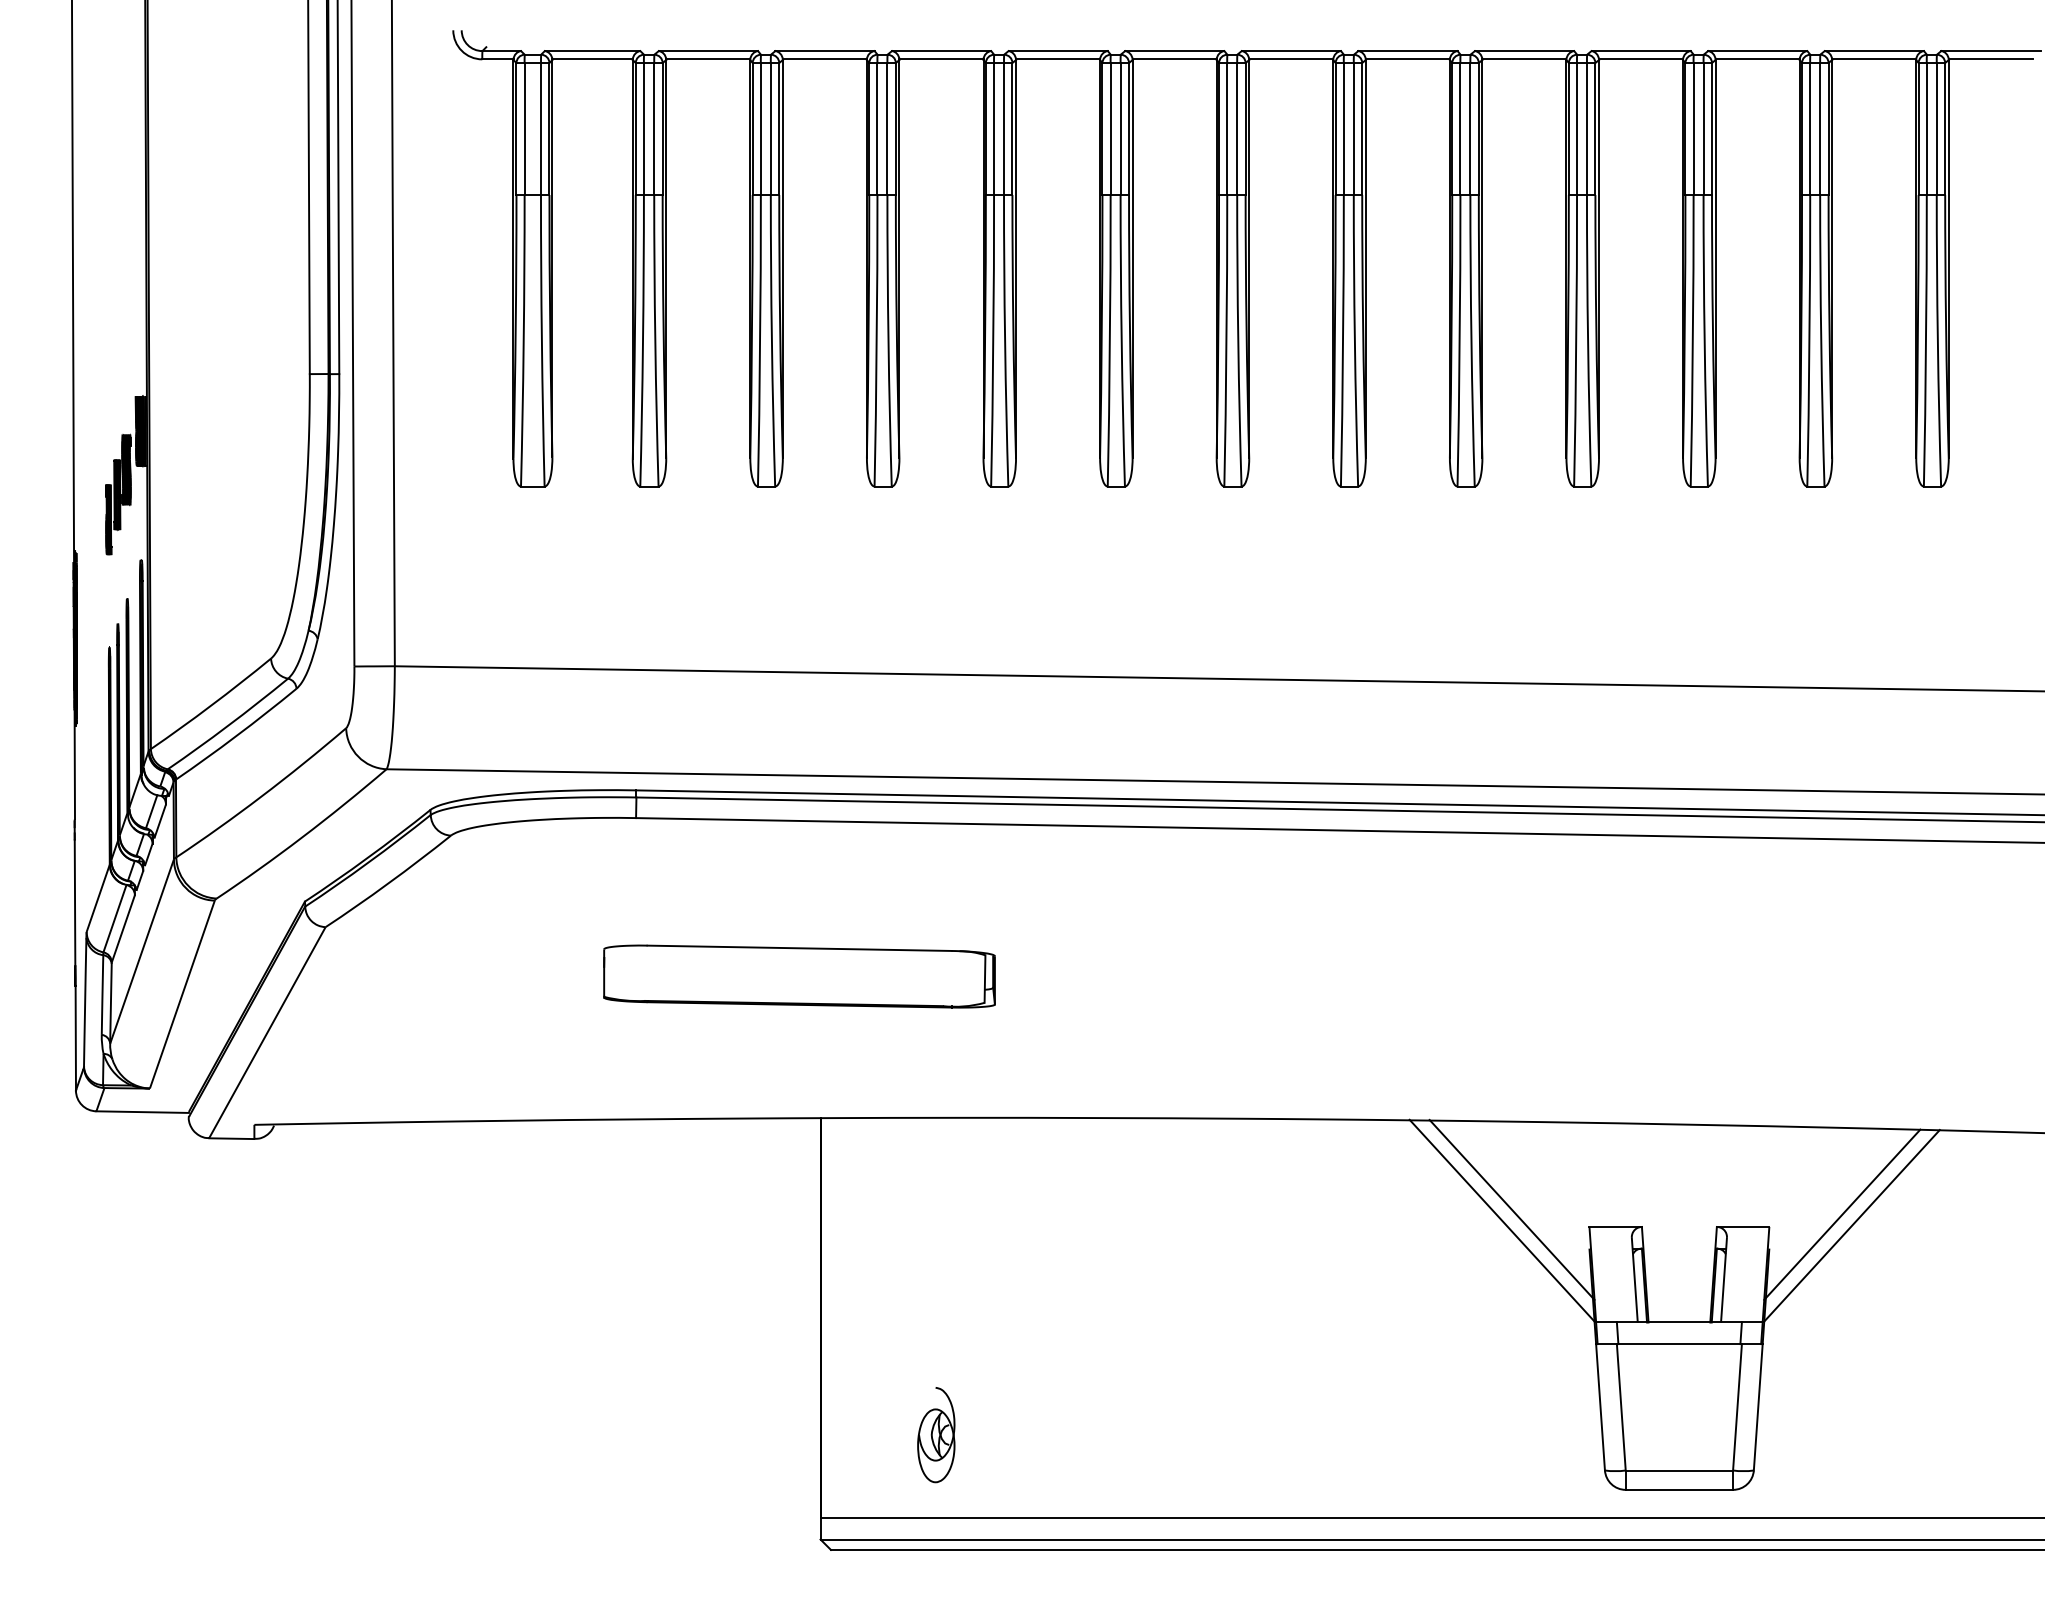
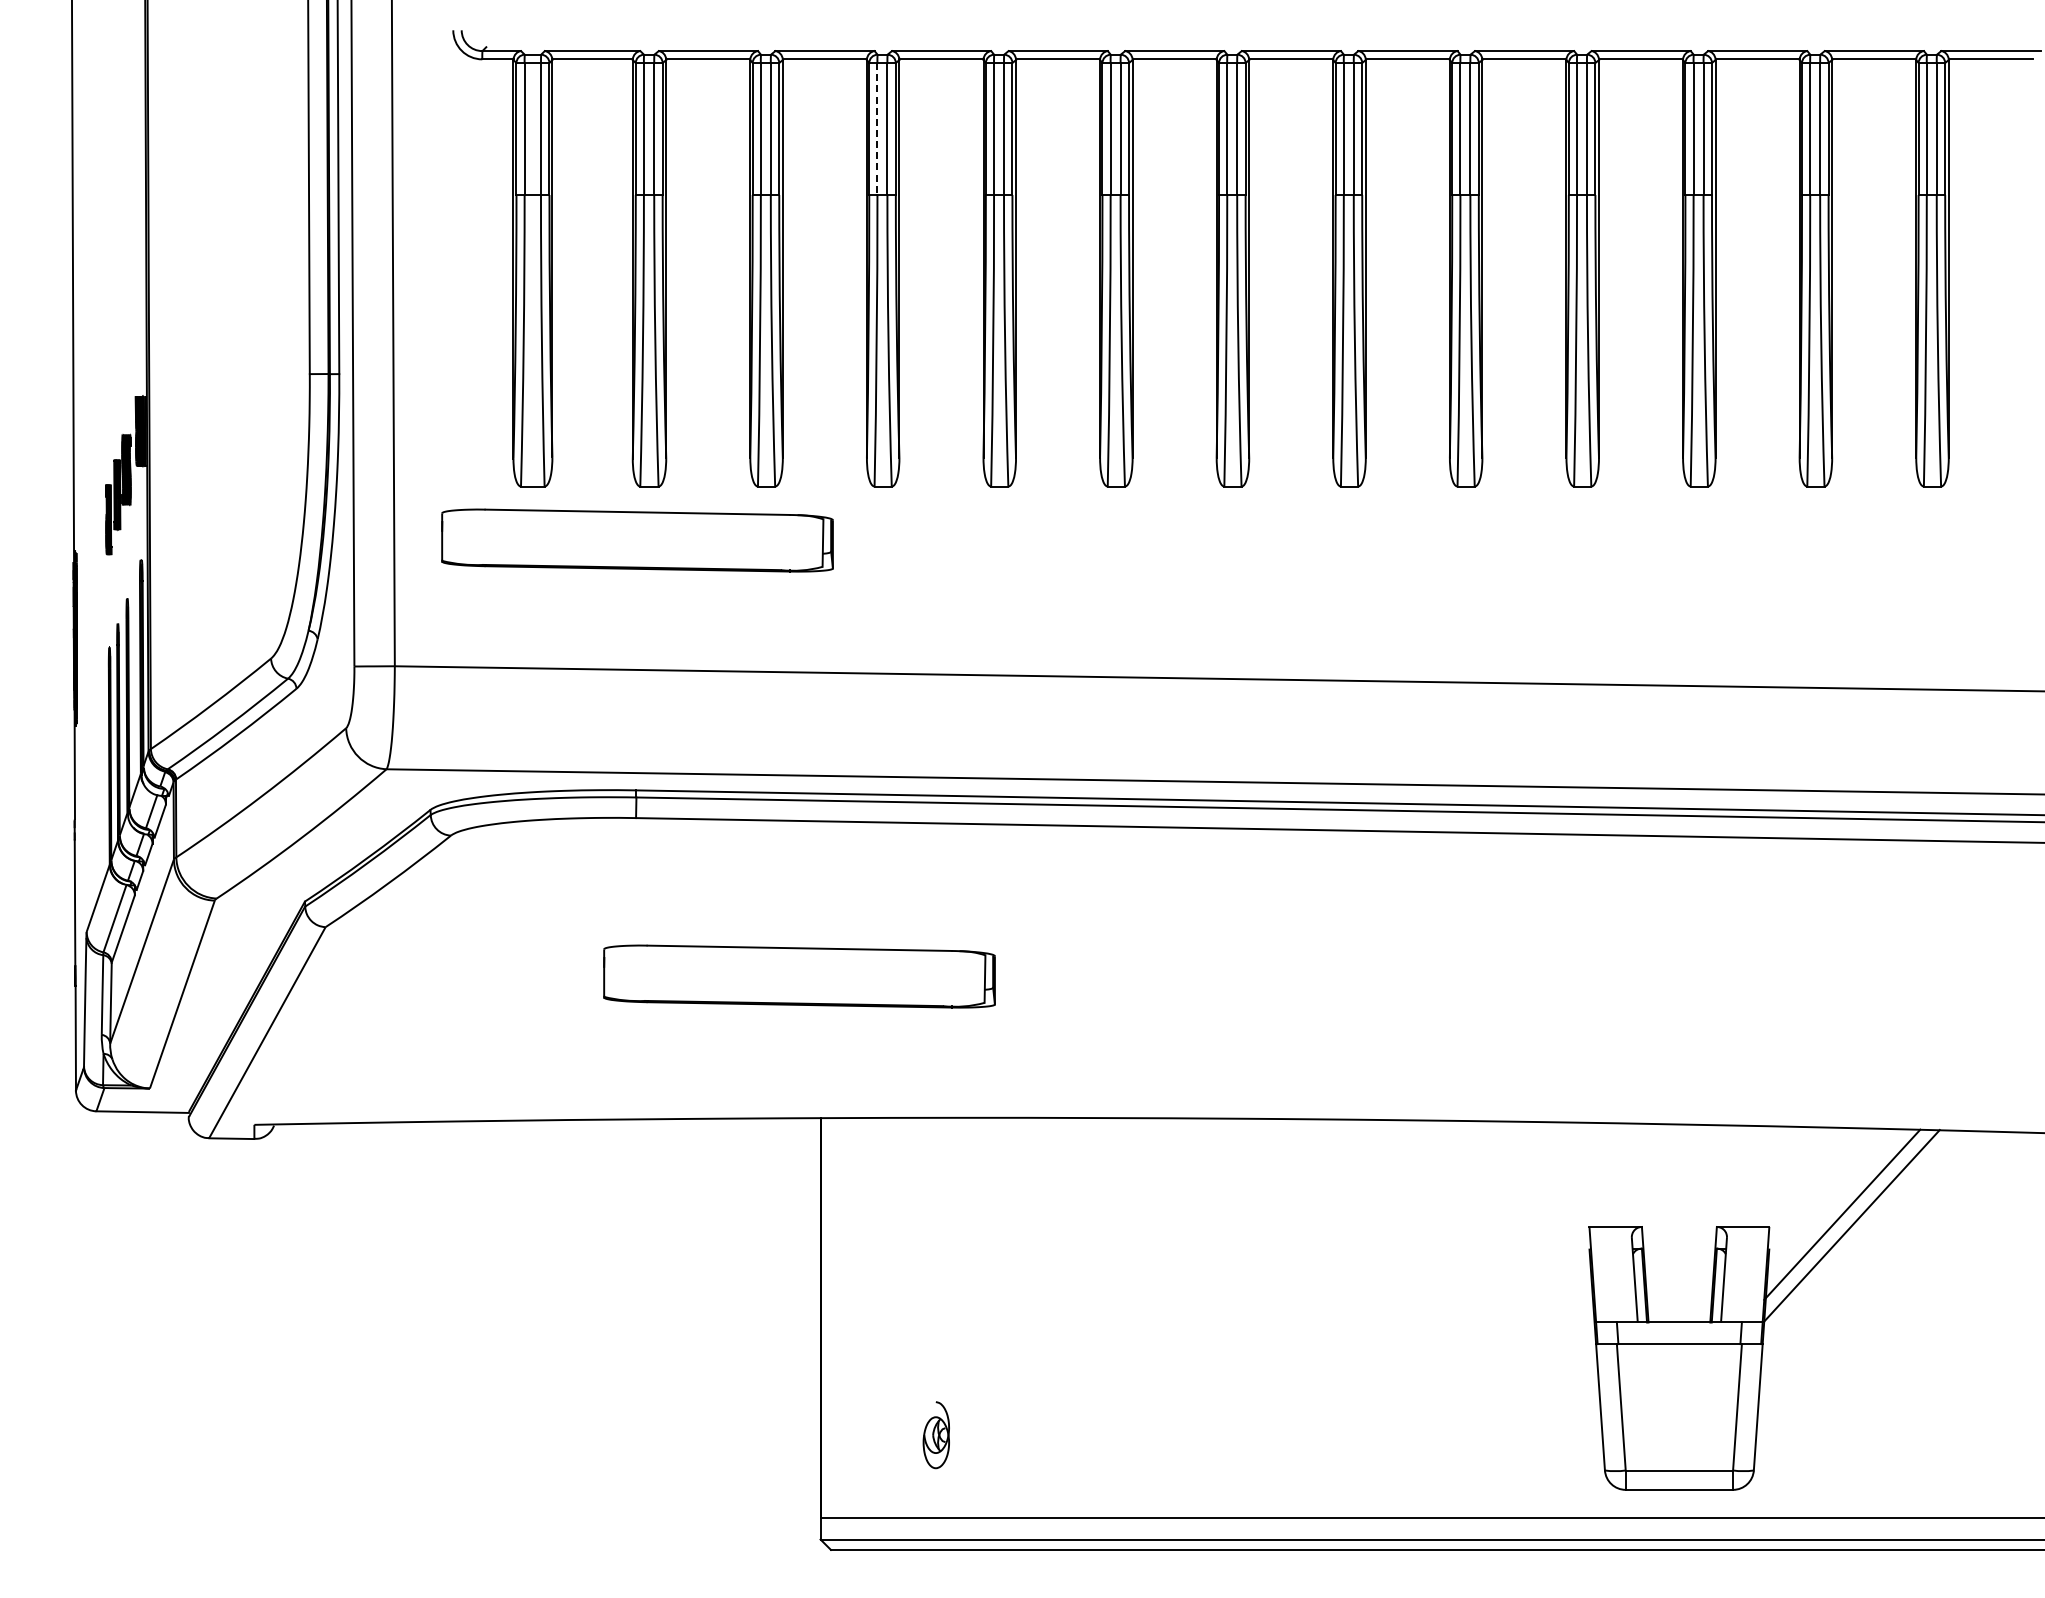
line at (877, 129): solid -> dashed
part at (637, 540): none -> present
line at (1511, 1209): present -> none
line at (1501, 1220): present -> none
part at (936, 1435) size: 39x97 px -> 28x69 px
